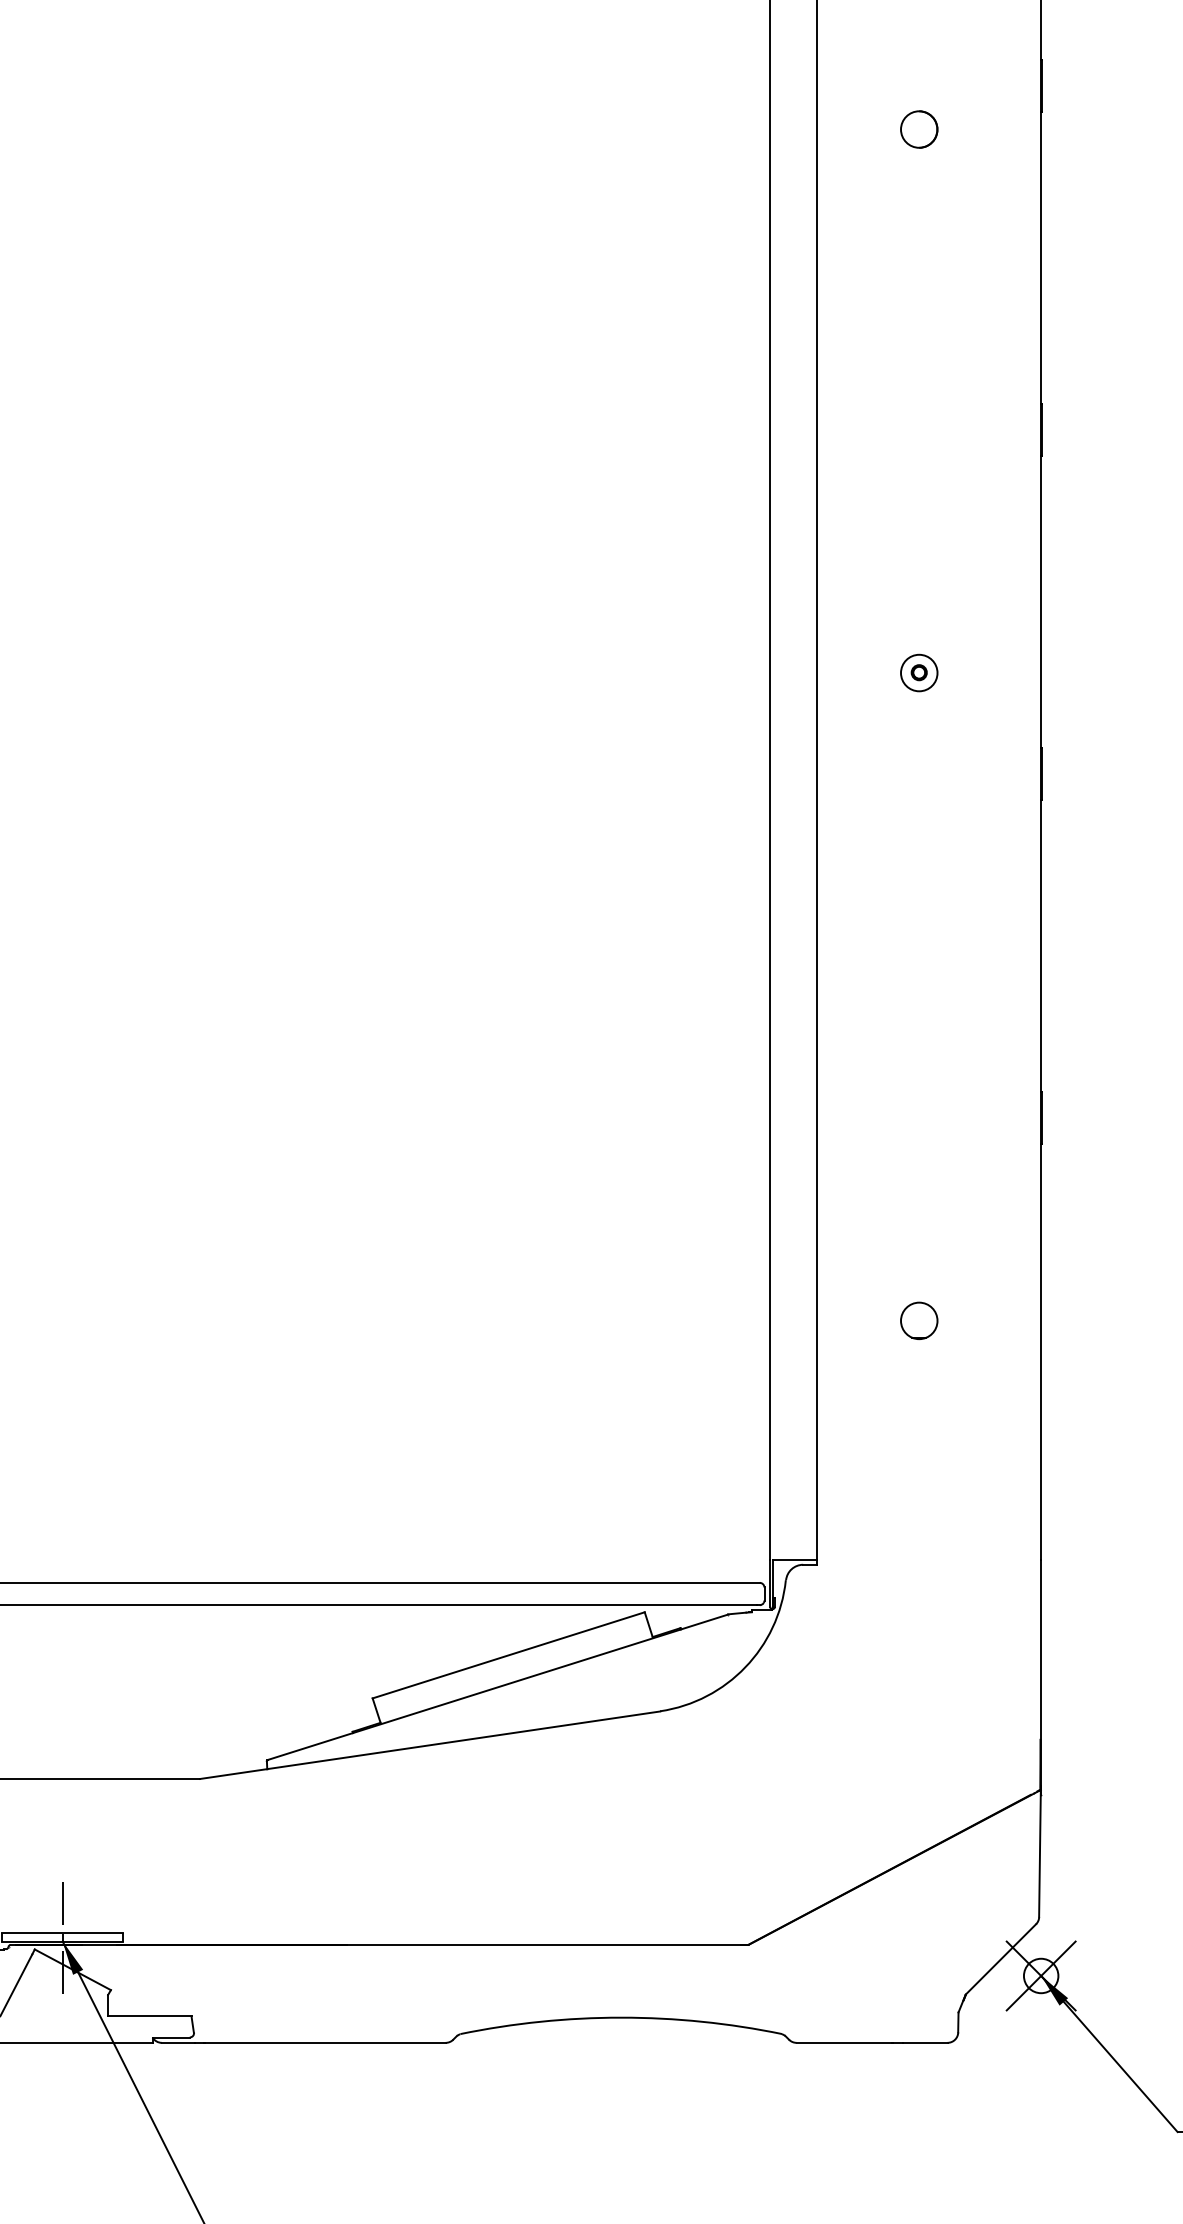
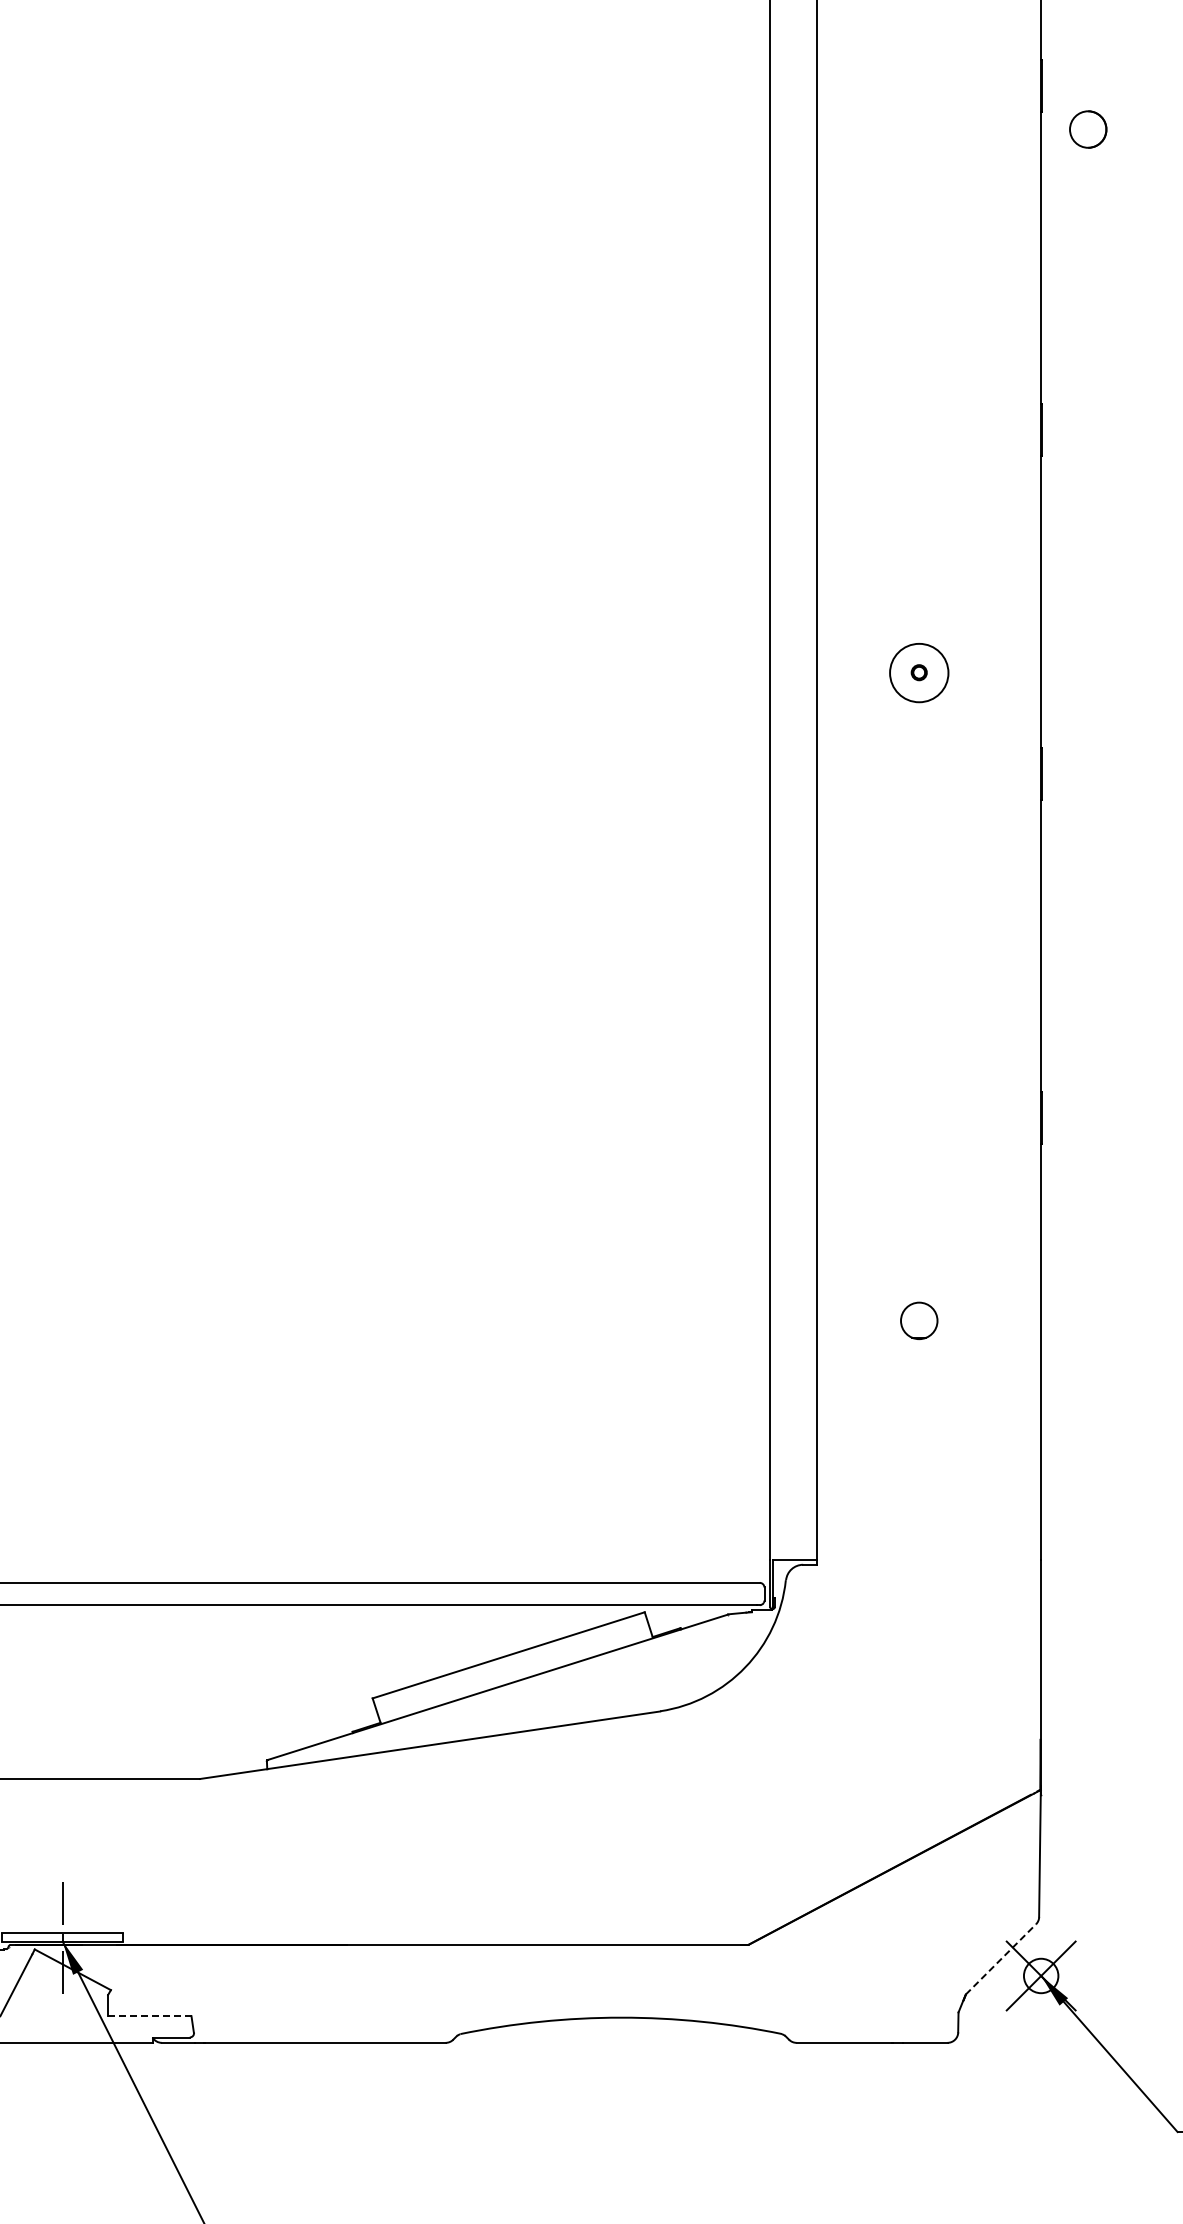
circle at (919, 129) position: (919, 129) -> (1088, 129)
circle at (919, 672) diameter: 37 px -> 58 px
line at (1000, 1959): solid -> dashed
line at (149, 2016): solid -> dashed
